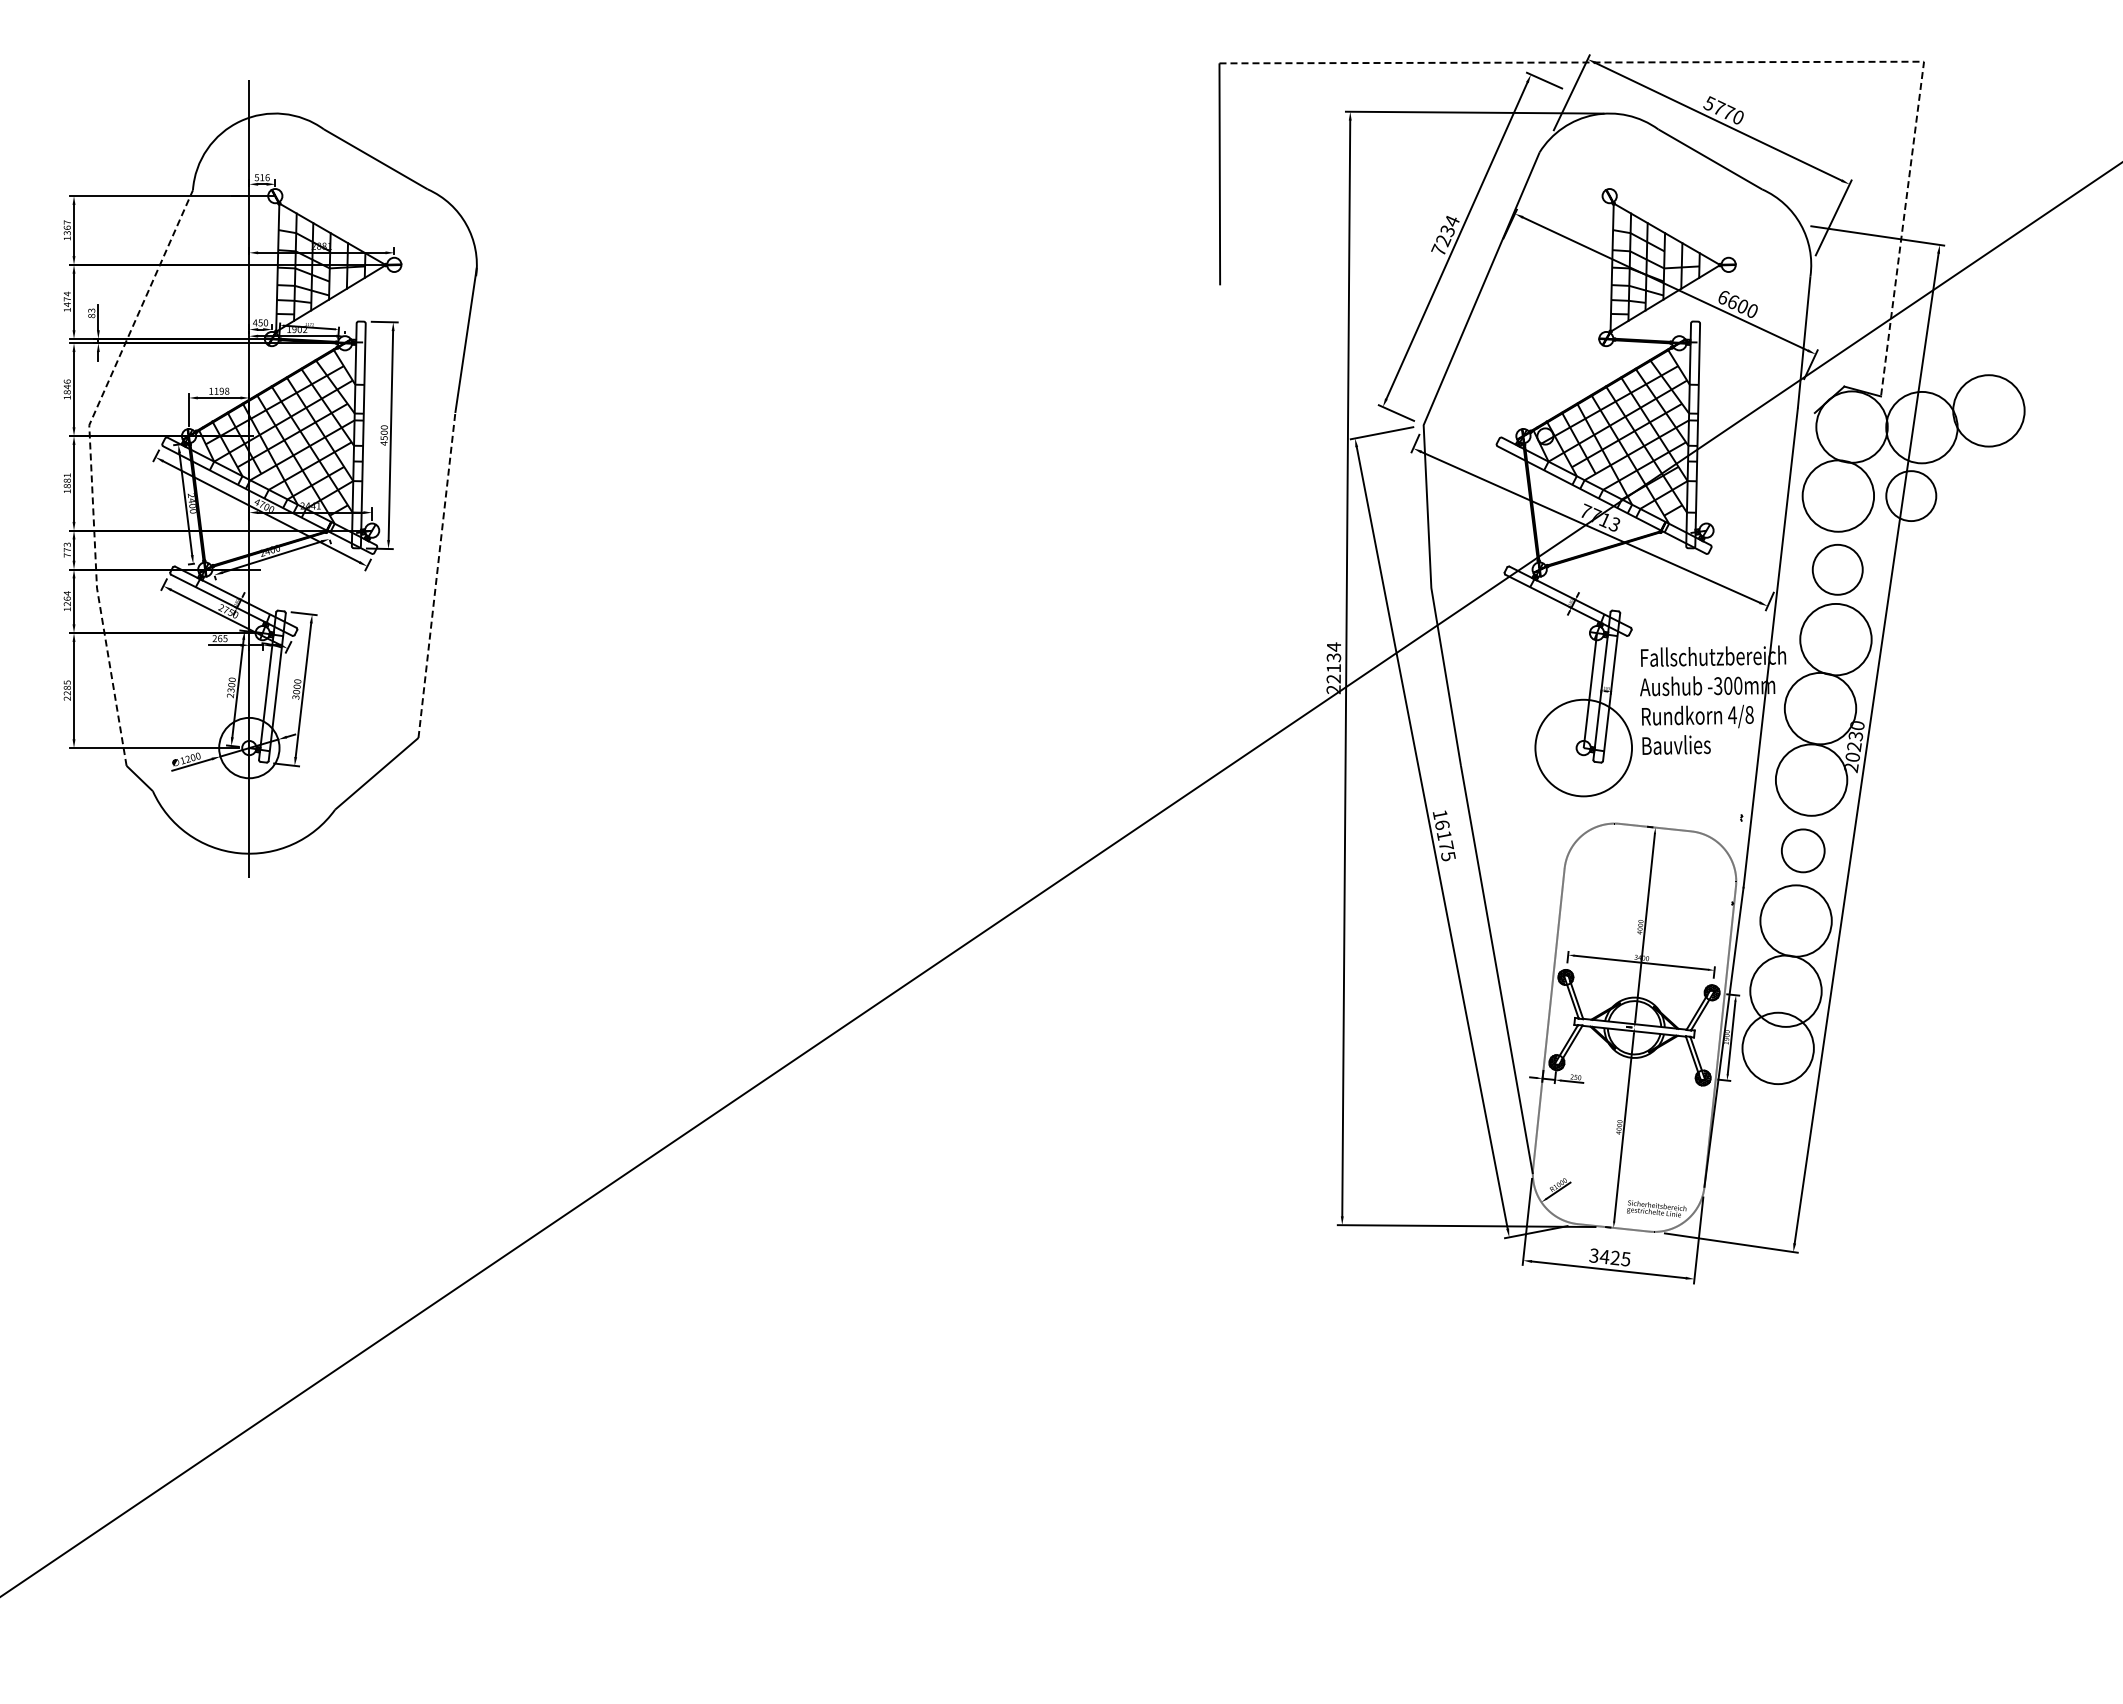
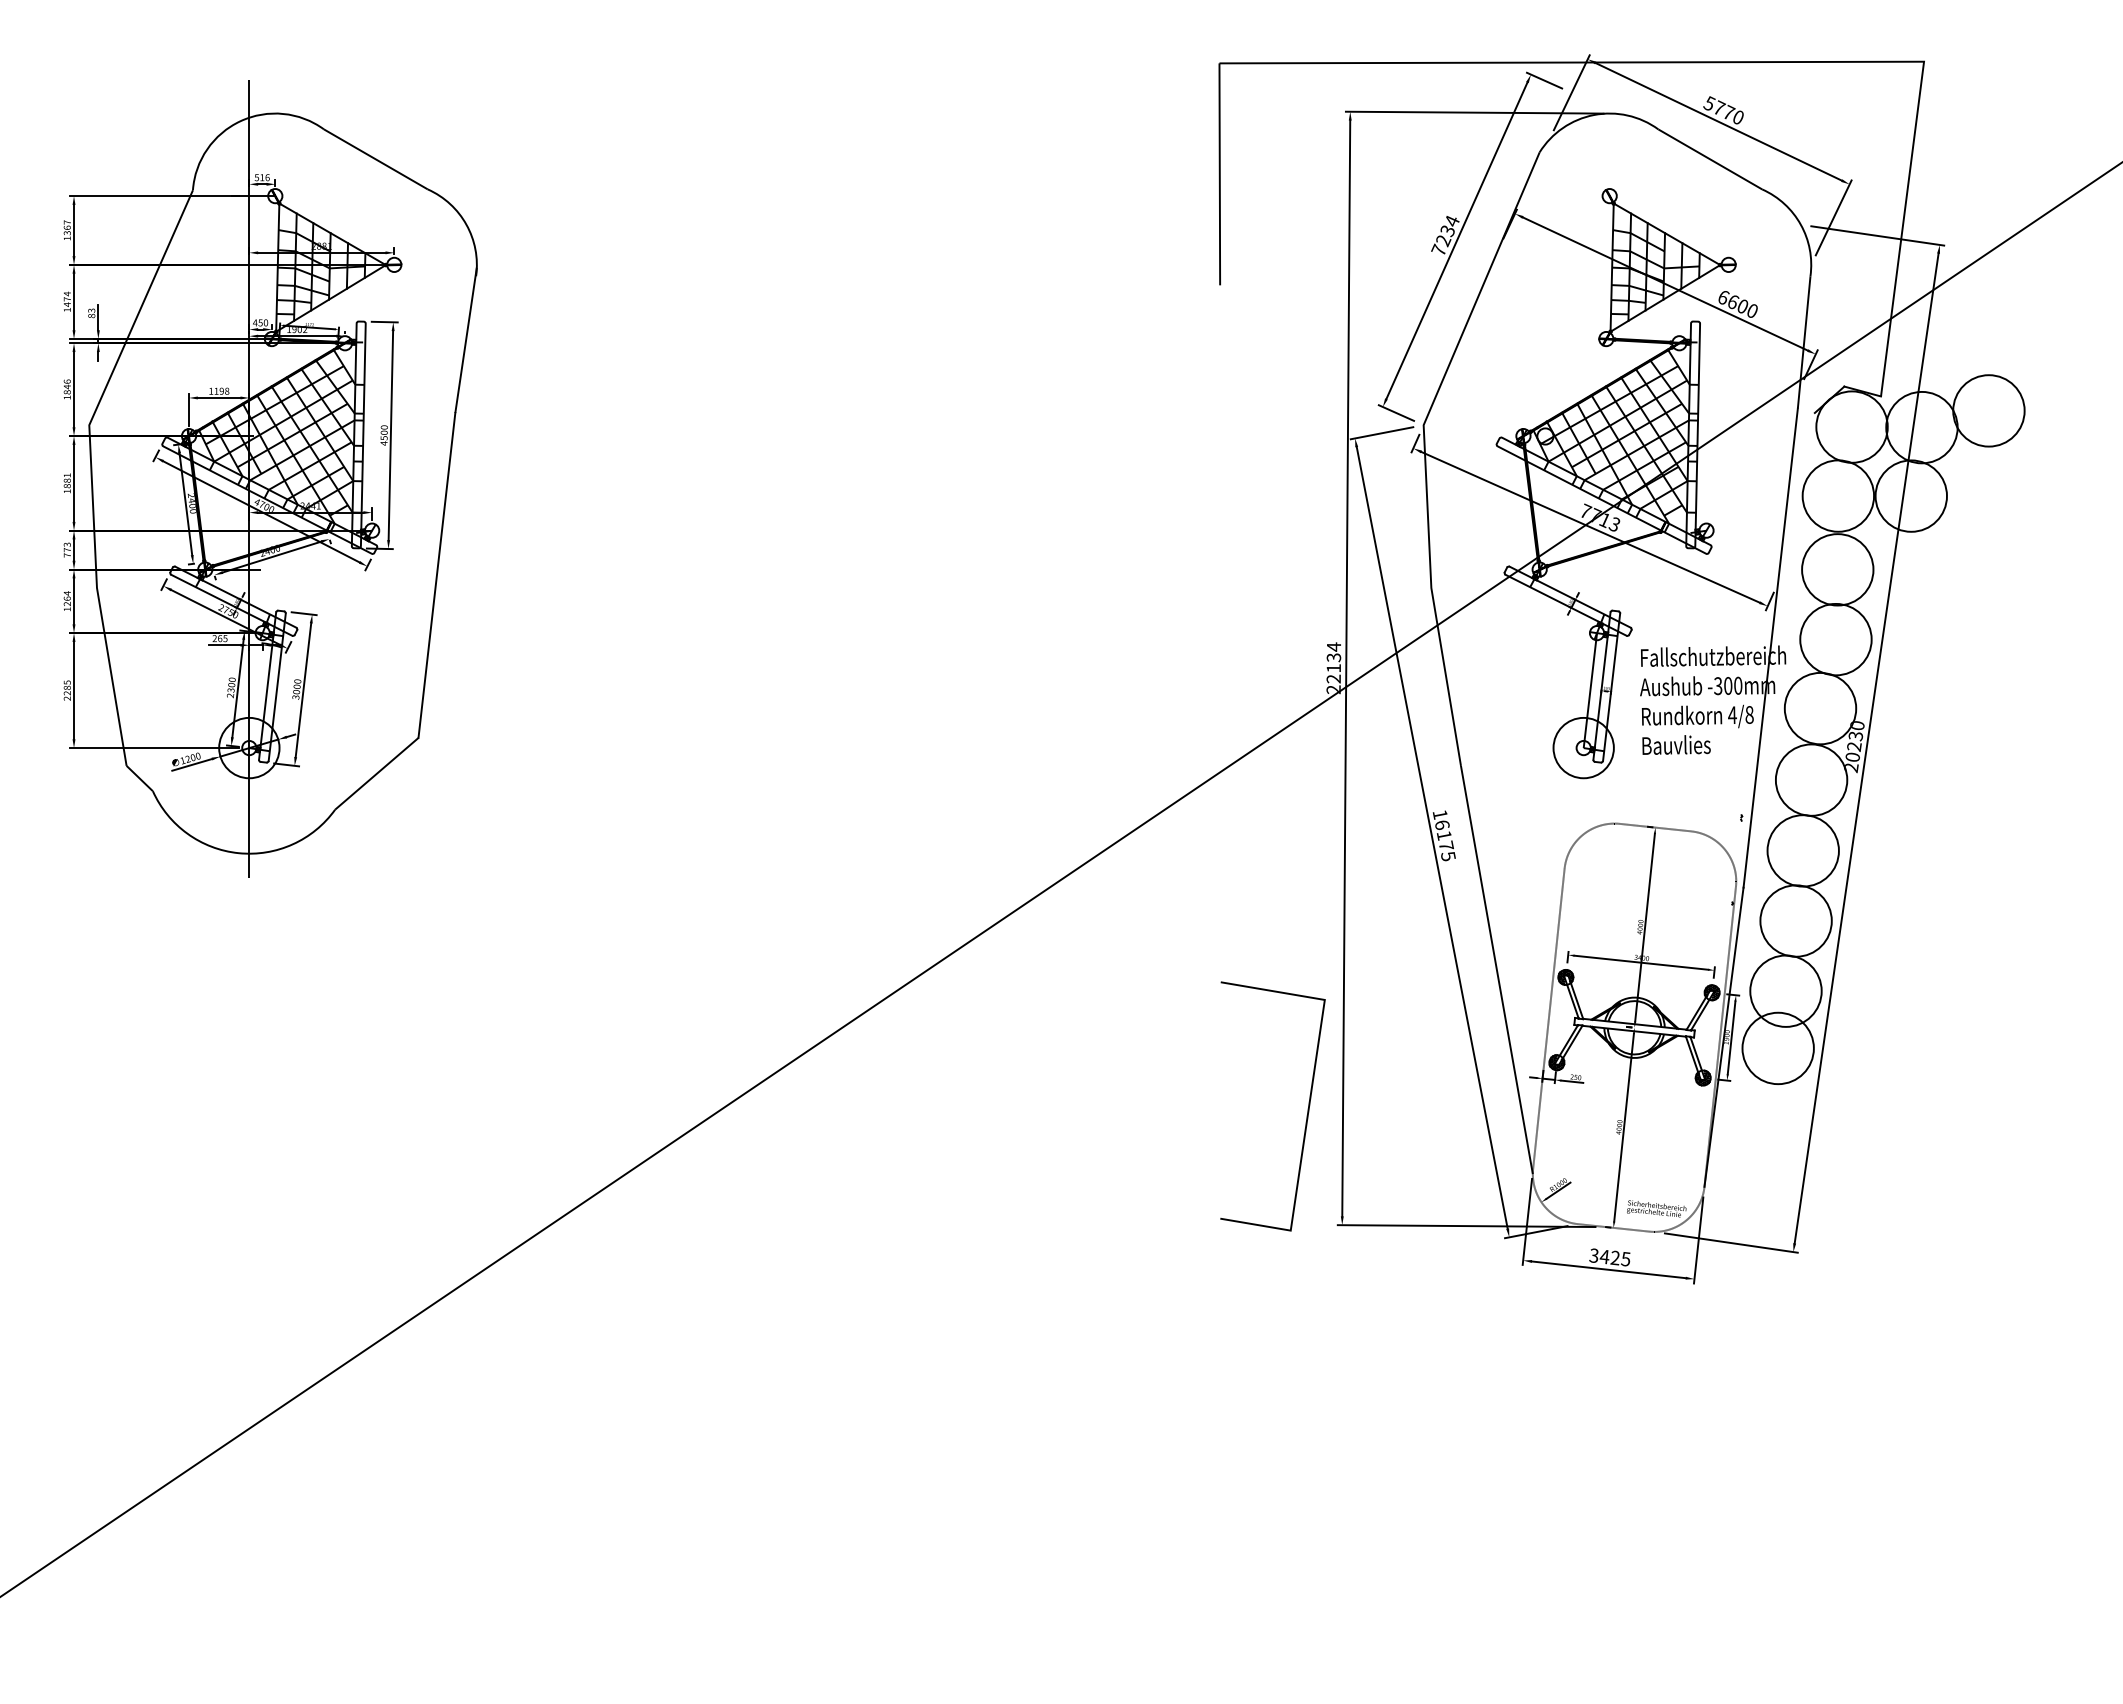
line at (1741, 62): dashed -> solid
line at (91, 468): dashed -> solid
circle at (1911, 496) diameter: 50 px -> 71 px
circle at (1837, 569) diameter: 50 px -> 71 px
line at (436, 575): dashed -> solid
circle at (1583, 747) diameter: 97 px -> 60 px
circle at (1802, 850) diameter: 43 px -> 71 px
line at (1307, 1108): none -> present
